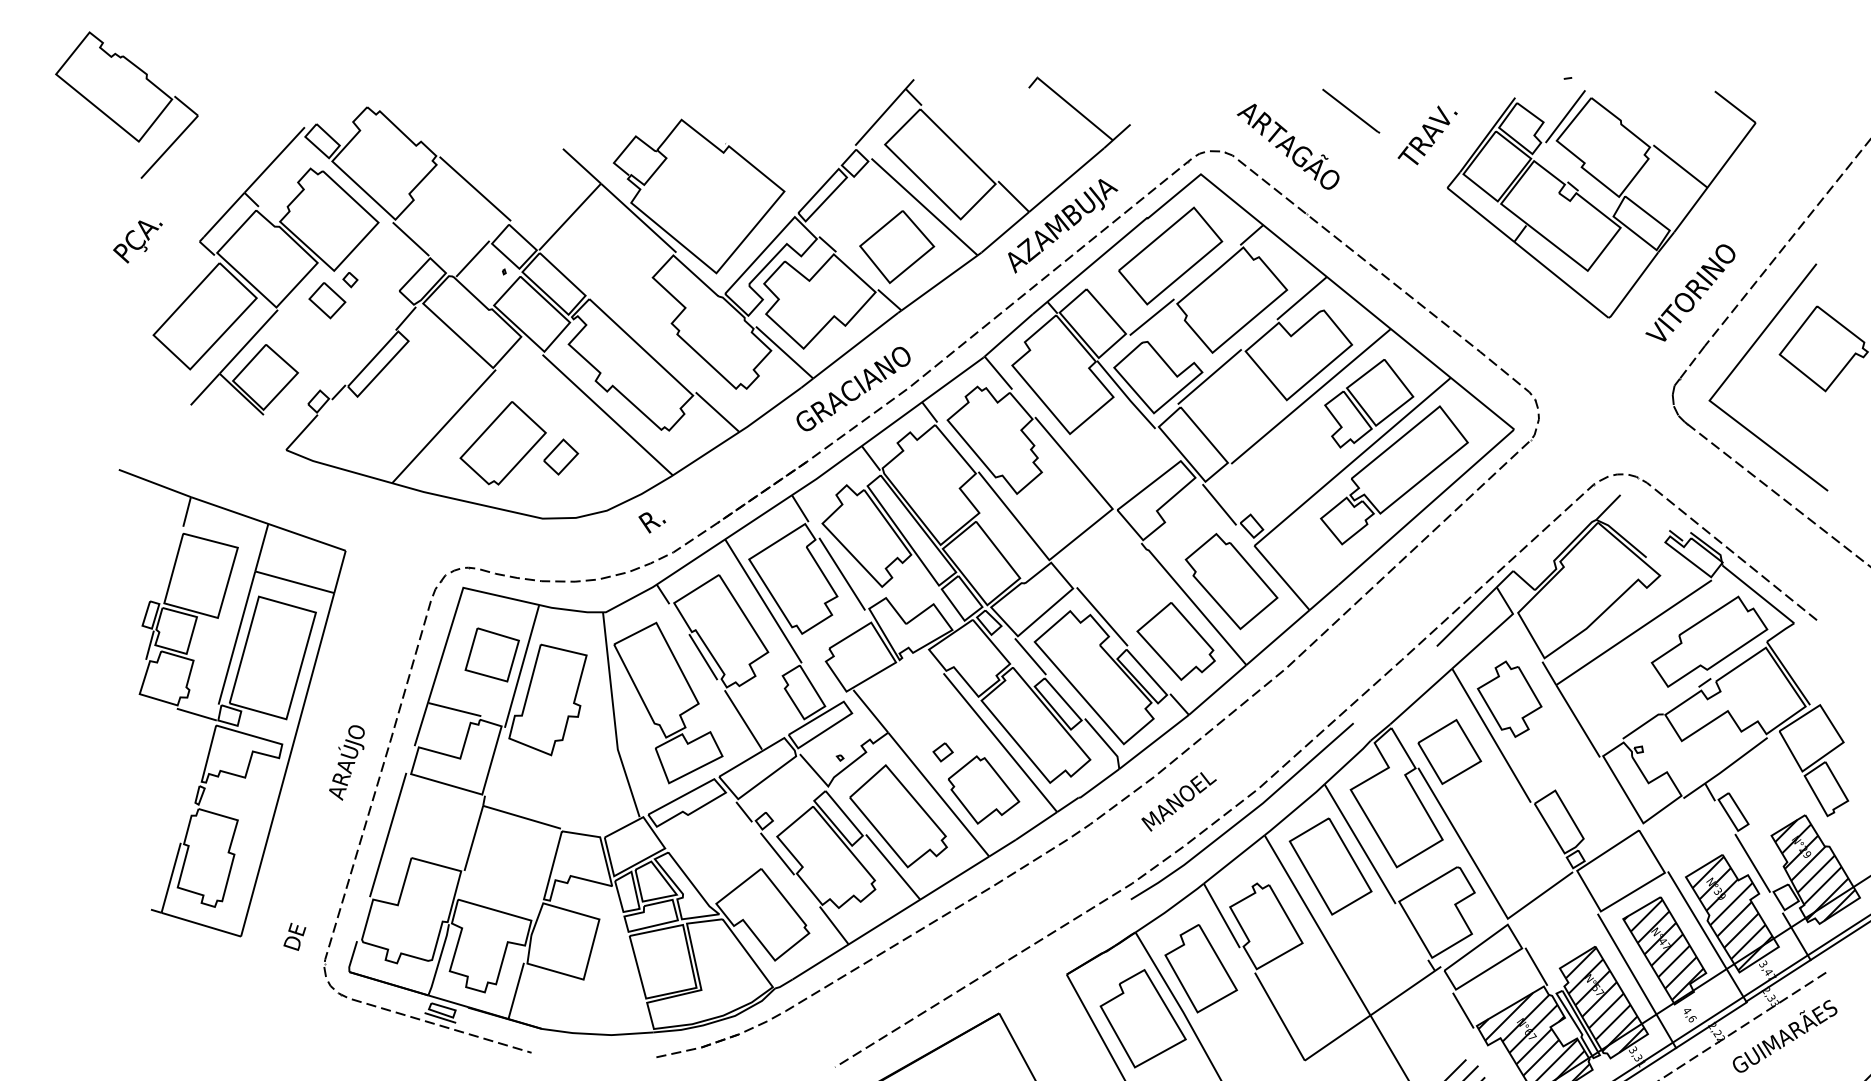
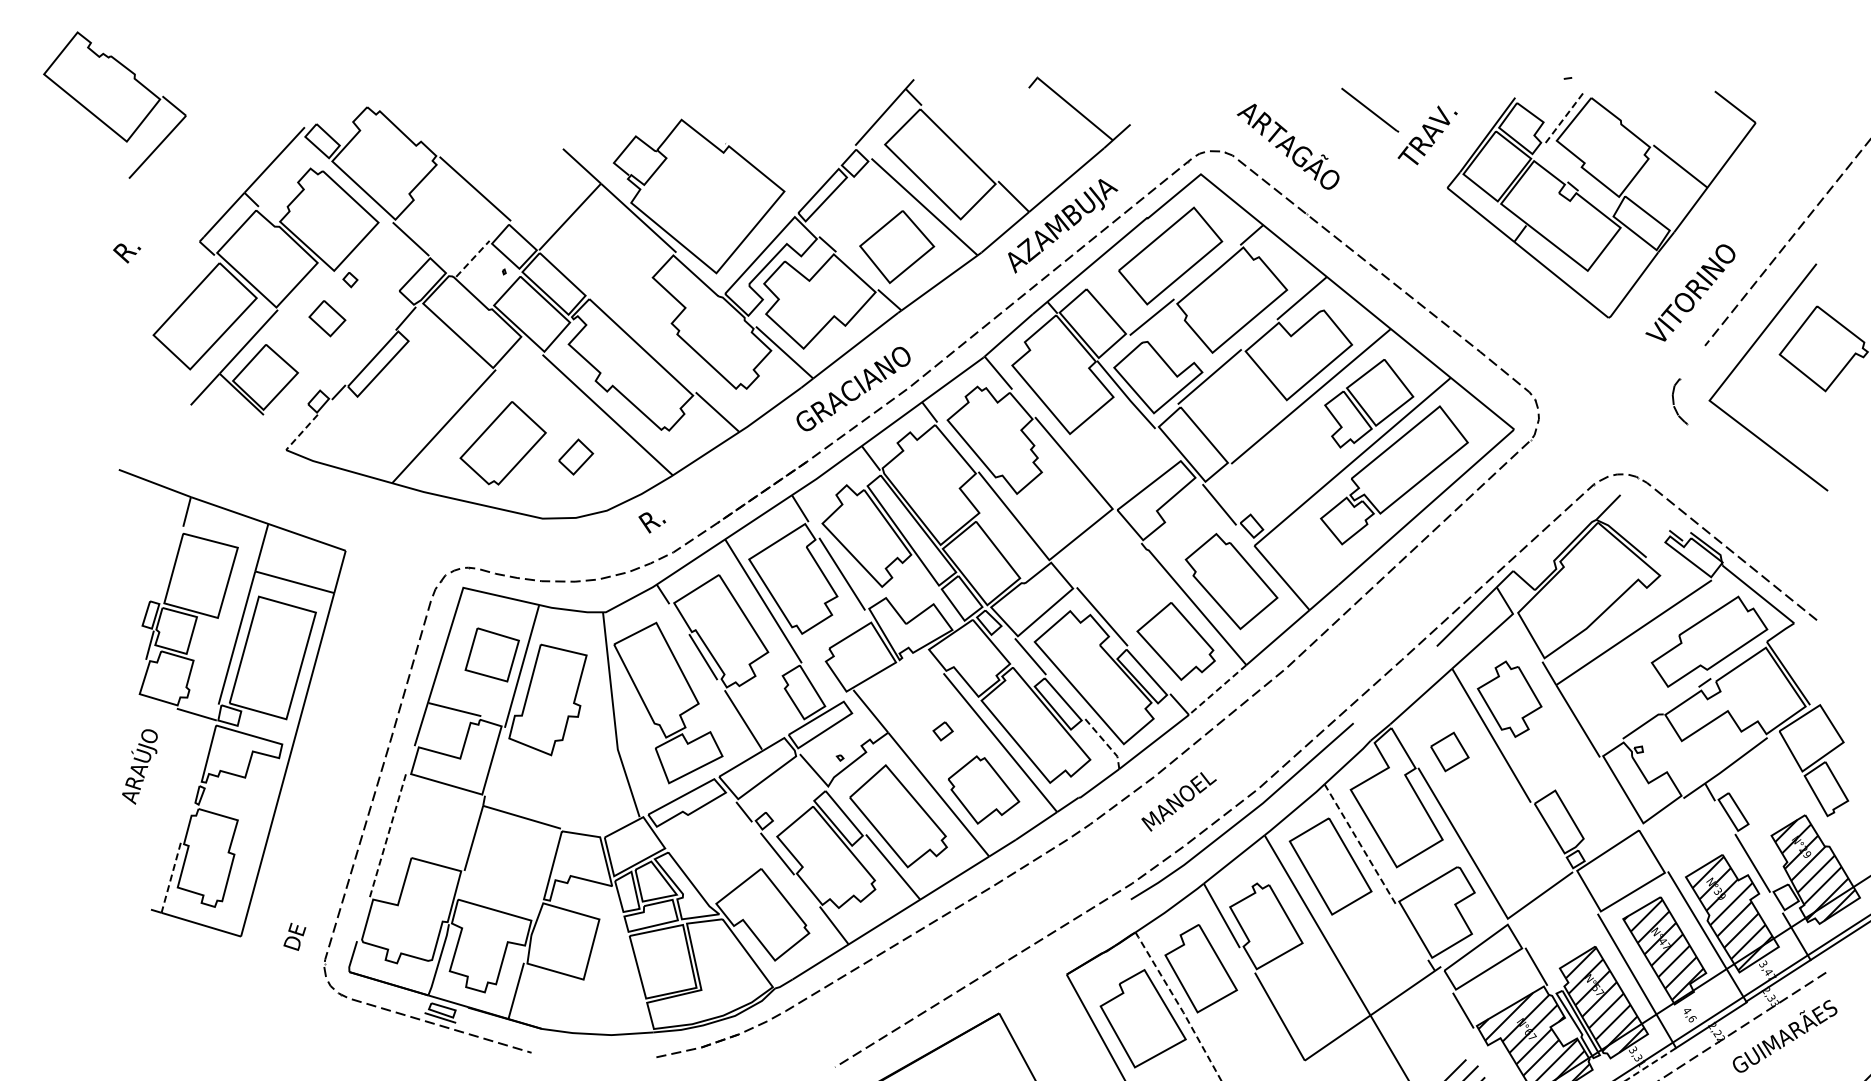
part at (126, 104) position: (126, 104) -> (114, 104)
line at (1351, 110) position: (1351, 110) -> (1370, 109)
line at (1565, 116): solid -> dashed
text at (141, 238): PÇA. -> R.
line at (472, 258): solid -> dashed
part at (327, 300) position: (327, 300) -> (327, 318)
line at (1692, 361): present -> none
line at (301, 432): solid -> dashed
part at (561, 456) position: (561, 456) -> (576, 456)
line at (1777, 494): present -> none
line at (1217, 689): solid -> dashed
line at (1105, 742): solid -> dashed
part at (1449, 751) size: 66x66 px -> 40x42 px
part at (942, 752) position: (942, 752) -> (942, 731)
text at (346, 762) position: (346, 762) -> (139, 766)
line at (388, 835): solid -> dashed
line at (1360, 844): solid -> dashed
line at (171, 878): solid -> dashed
line at (1179, 1006): solid -> dashed
line at (1651, 1064): solid -> dashed
